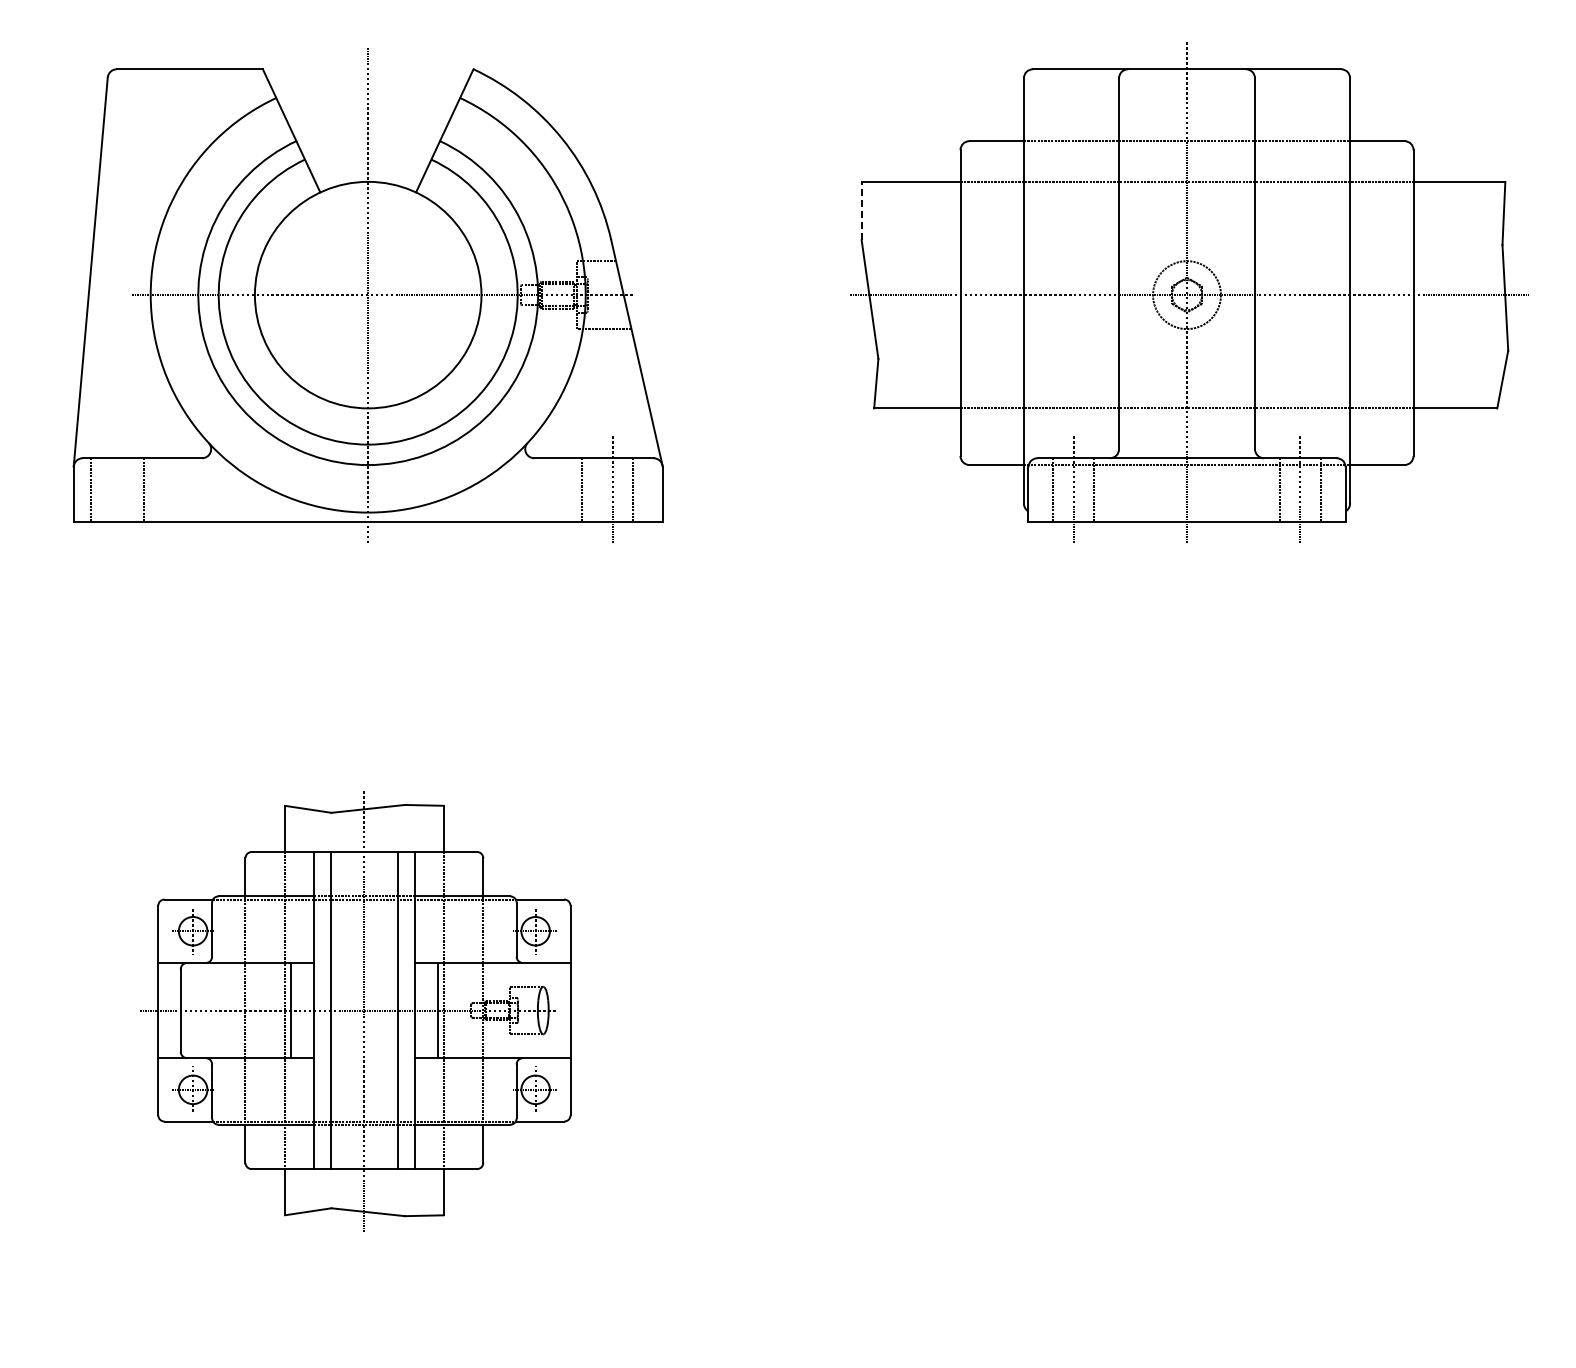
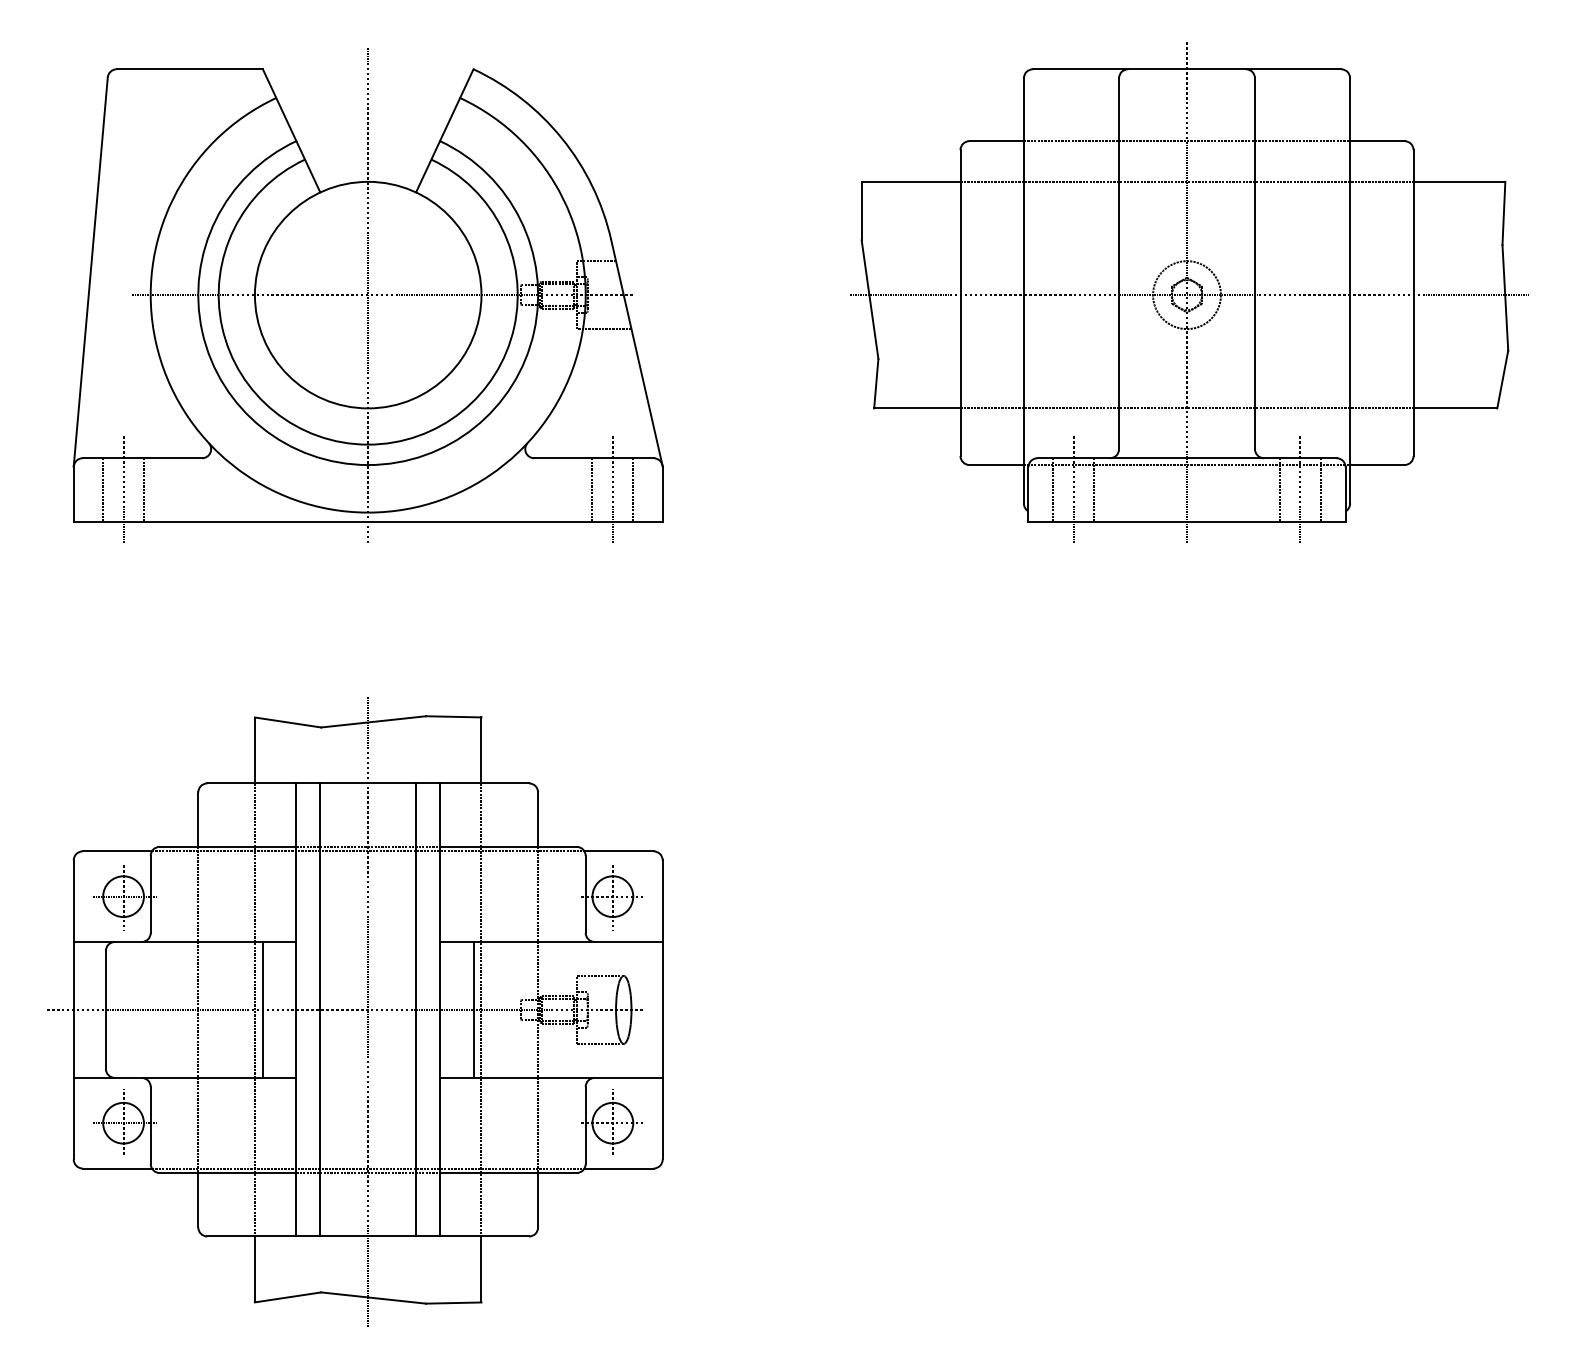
line at (861, 210): dashed -> solid
line at (91, 489) position: (91, 489) -> (103, 489)
line at (123, 489): none -> present
line at (582, 489) position: (582, 489) -> (592, 489)
part at (355, 1011) size: 432x441 px -> 617x630 px
